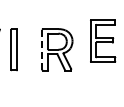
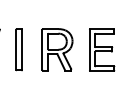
part at (103, 40) position: (103, 40) -> (102, 49)
part at (13, 49) position: (13, 49) -> (18, 49)
line at (42, 49): dashed -> solid
